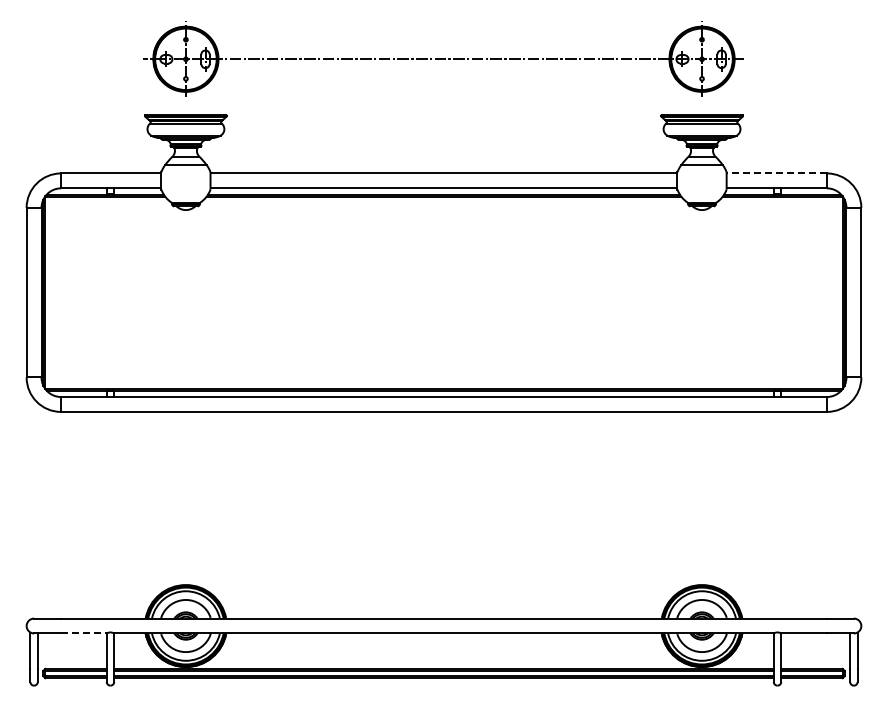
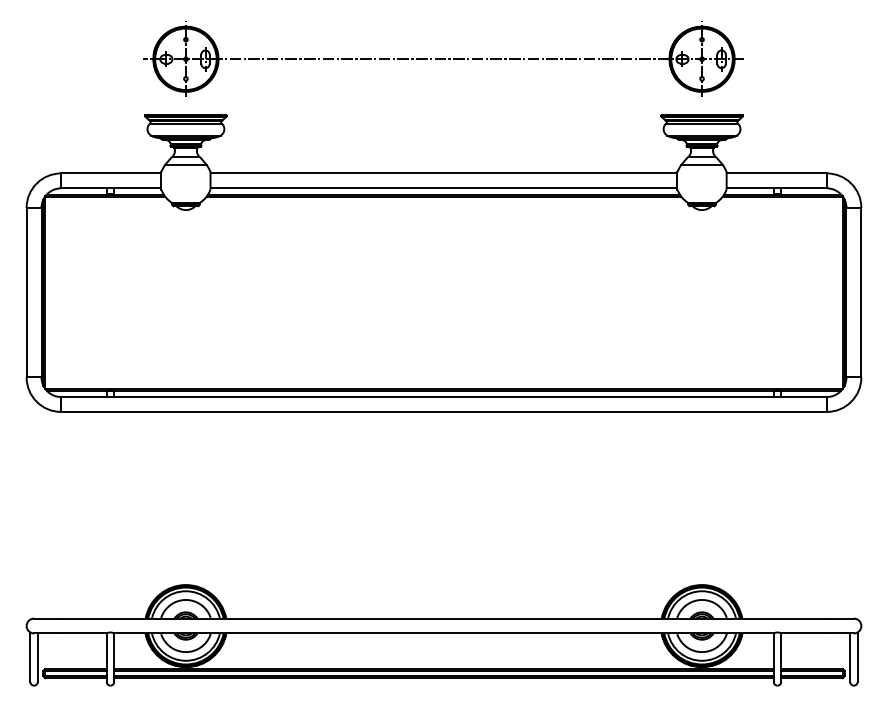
line at (776, 173): dashed -> solid
line at (83, 633): dashed -> solid
